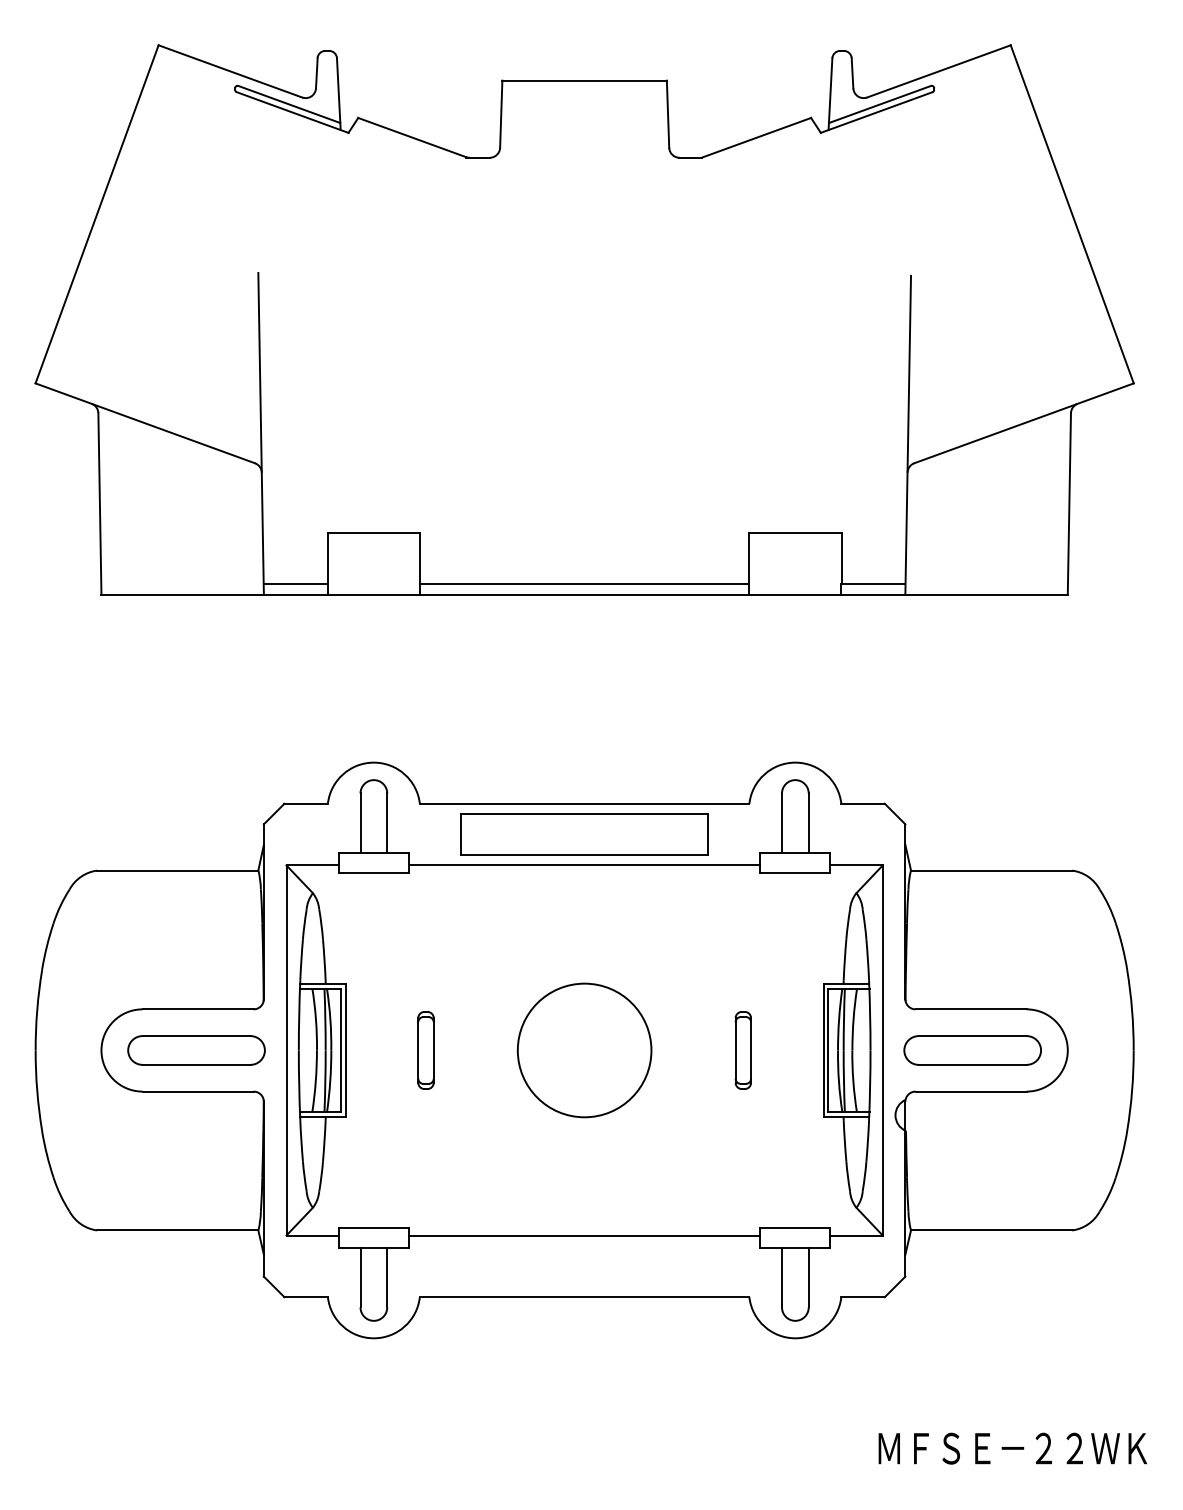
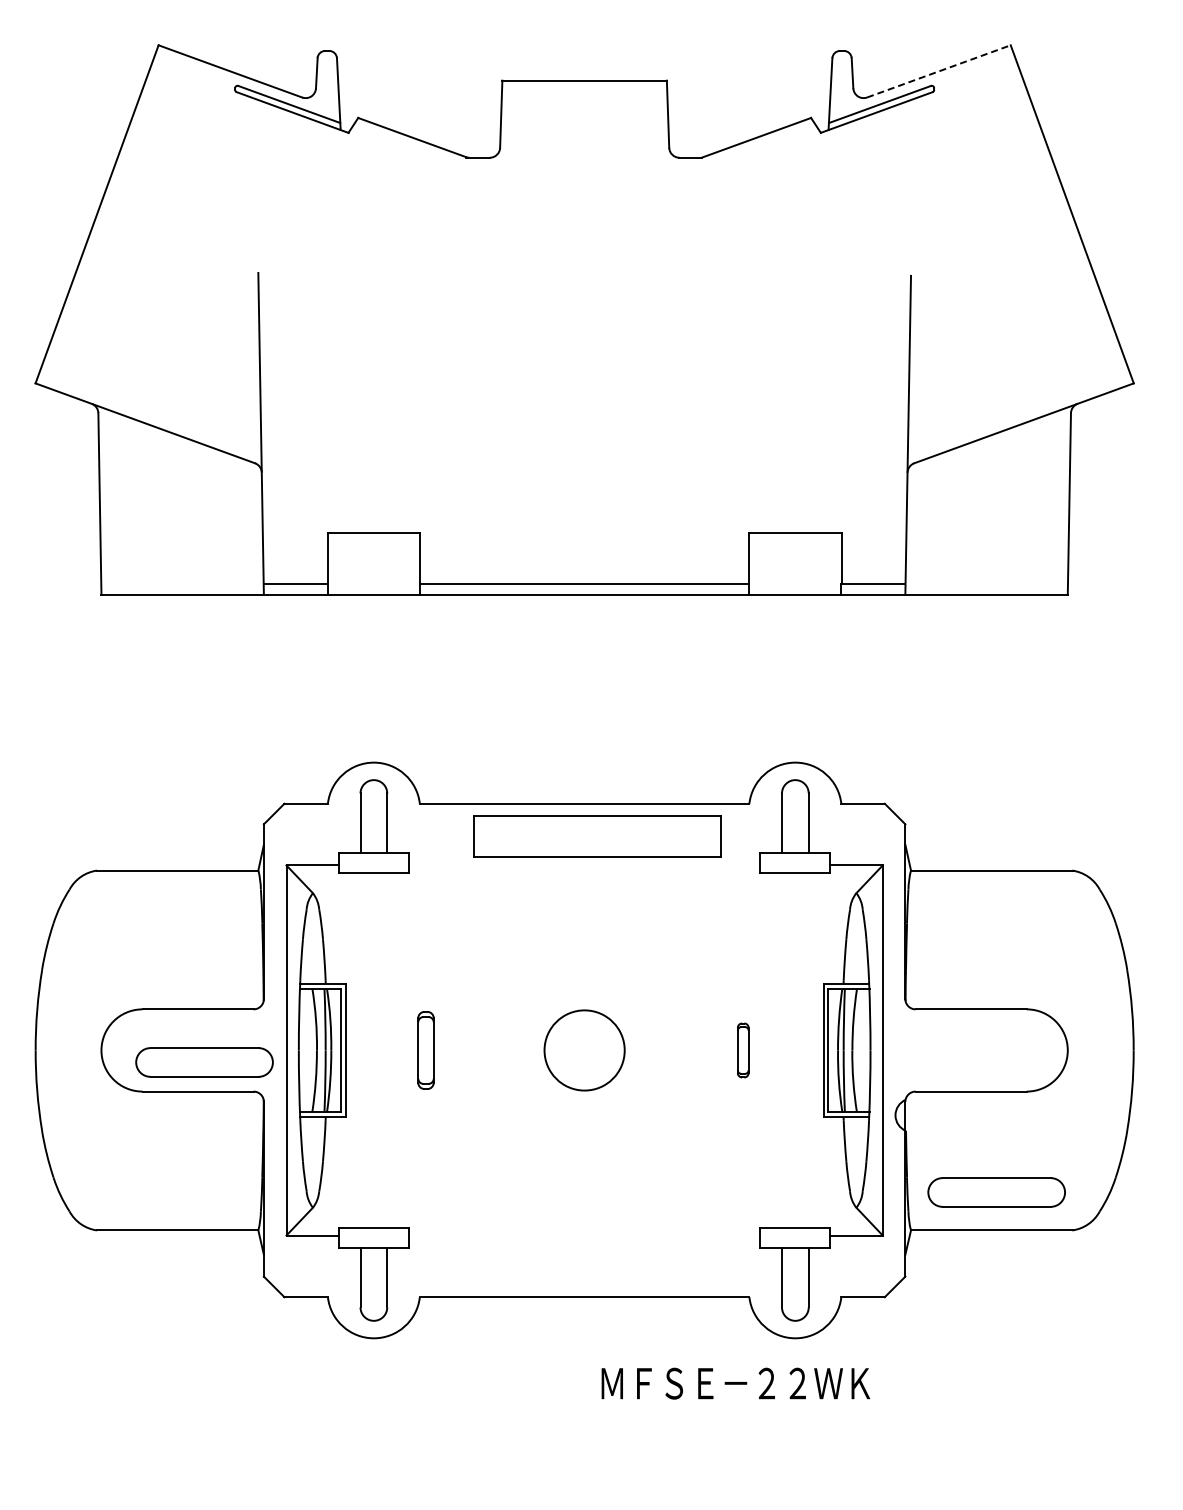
line at (939, 71): solid -> dashed
part at (584, 834) position: (584, 834) -> (597, 836)
line at (584, 865): present -> none
part at (196, 1050) position: (196, 1050) -> (204, 1062)
circle at (584, 1050) diameter: 134 px -> 80 px
part at (742, 1050) size: 18x79 px -> 13x57 px
part at (972, 1050) position: (972, 1050) -> (996, 1192)
line at (584, 1235): present -> none
text at (1012, 1448) position: (1012, 1448) -> (735, 1383)
